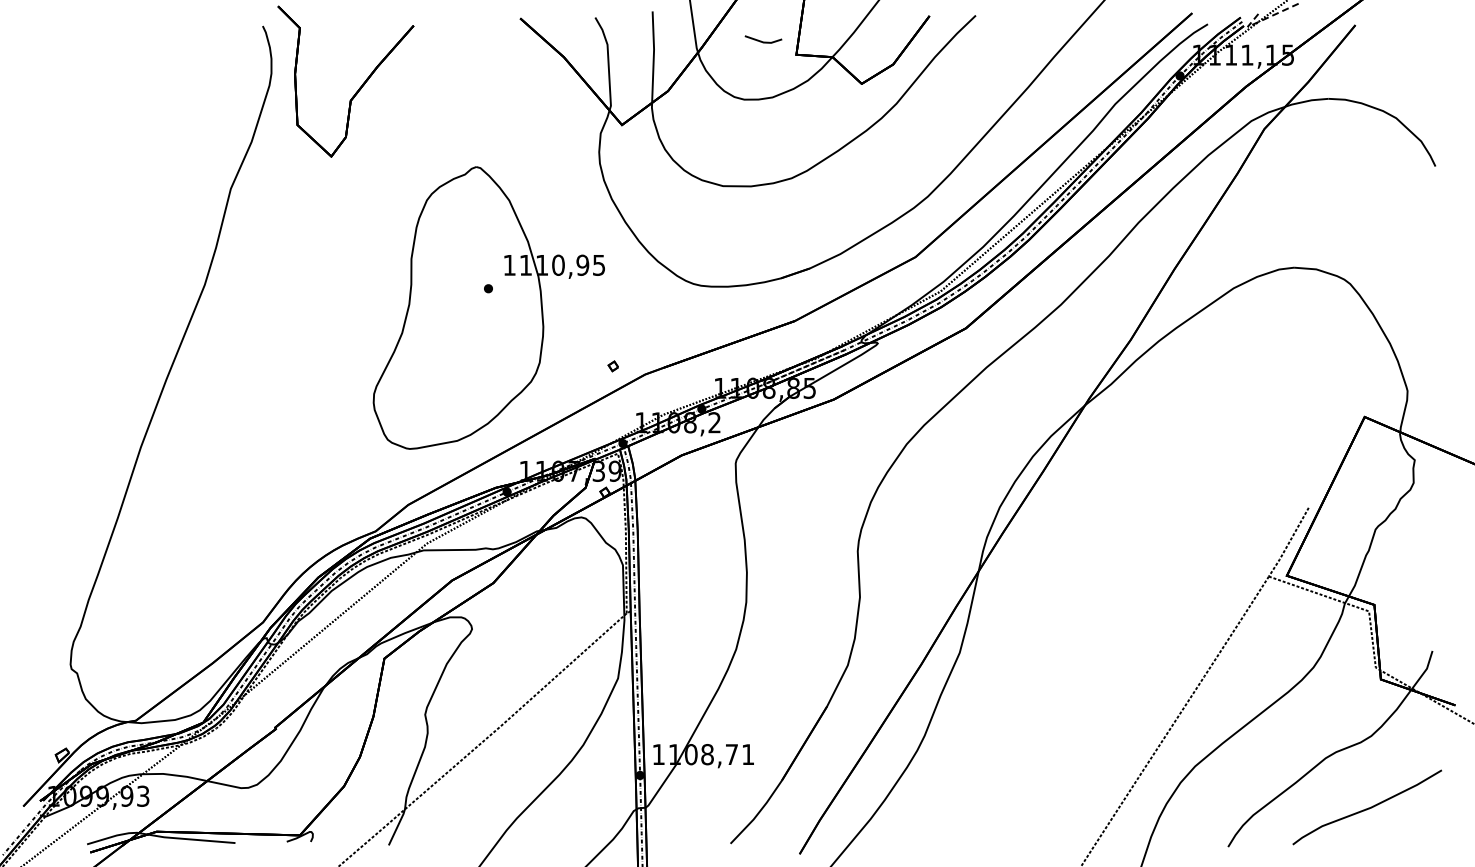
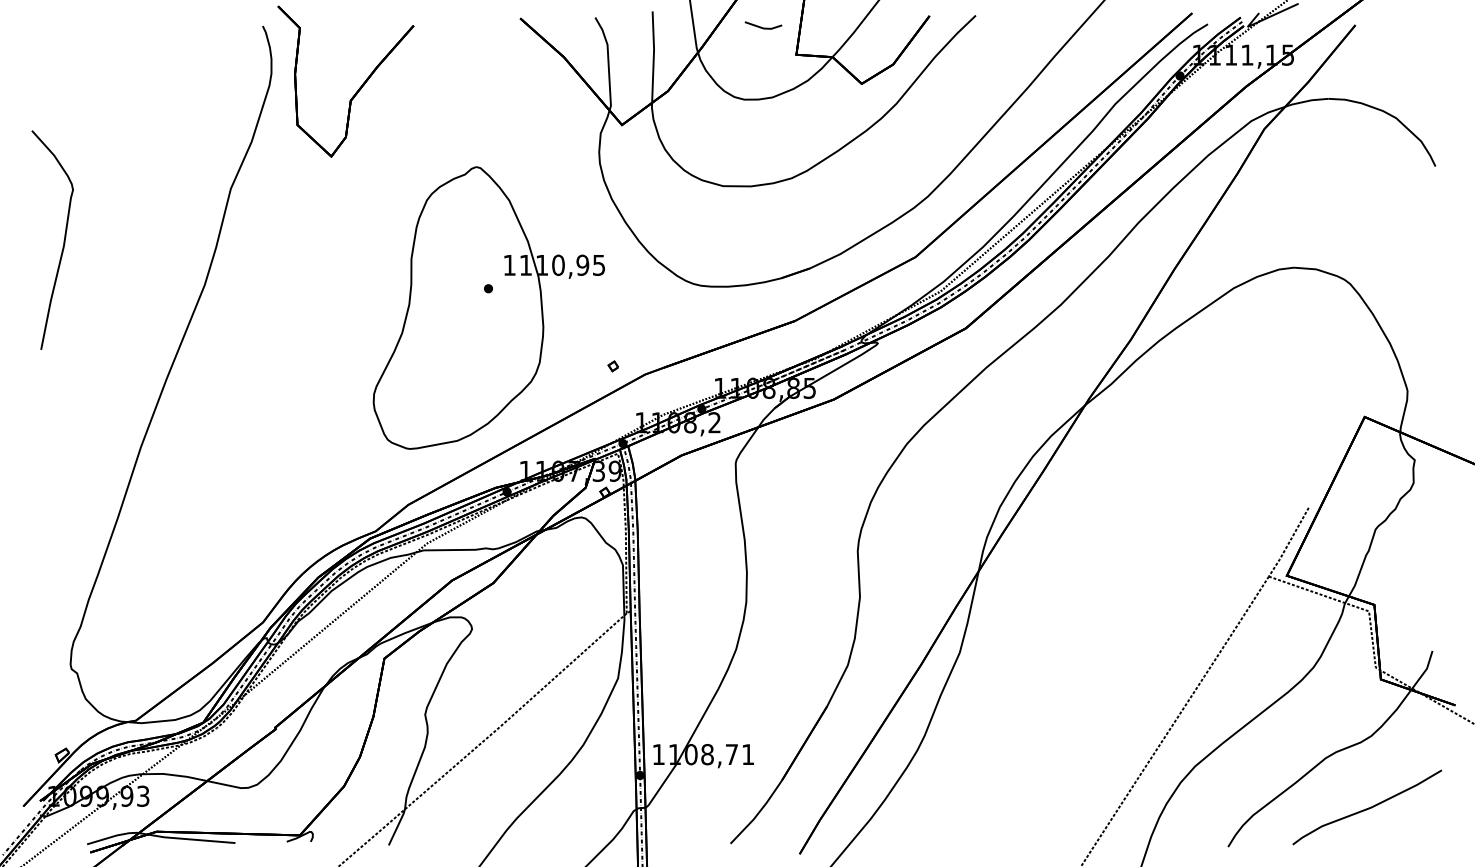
line at (1263, 19): dashed -> solid
line at (763, 41) position: (763, 41) -> (763, 27)
curve at (63, 240): none -> present
